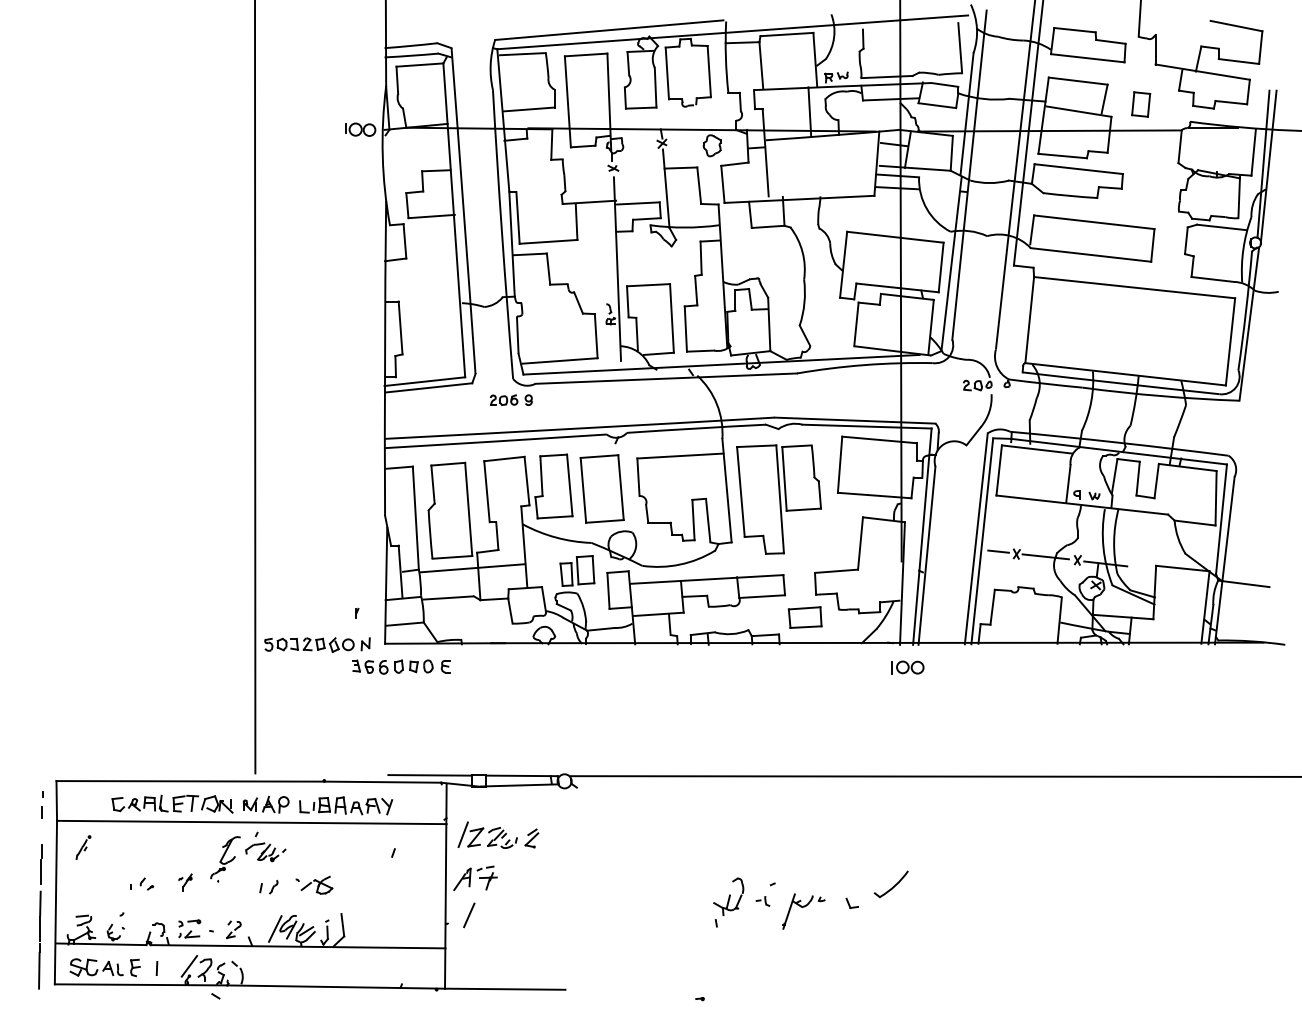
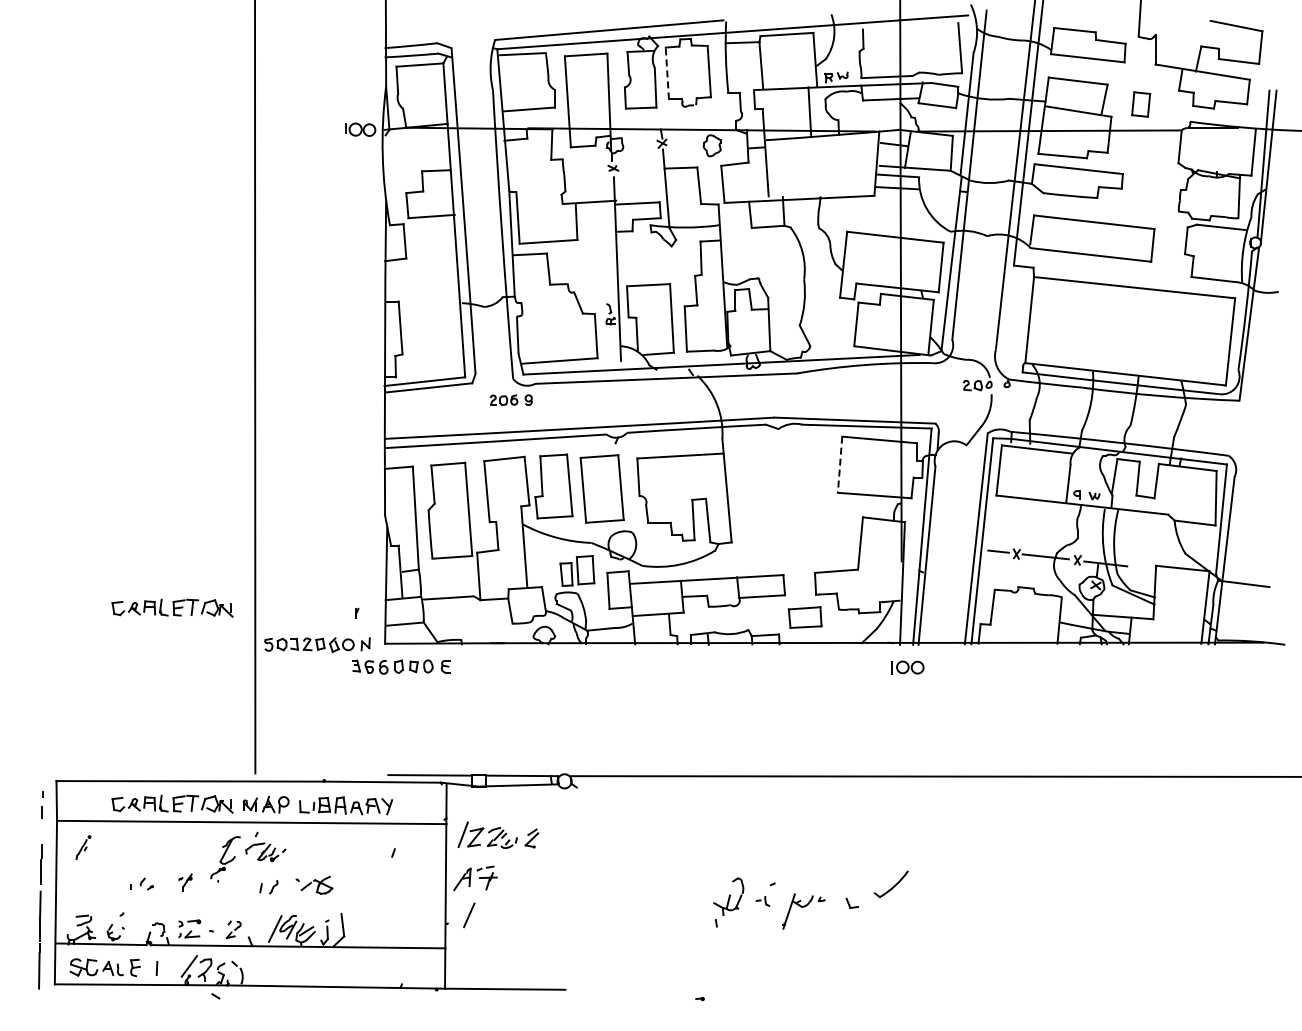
line at (667, 73): solid -> dashed
line at (840, 465): solid -> dashed
part at (778, 499): present -> none
line at (472, 568): present -> none
part at (172, 607): none -> present
